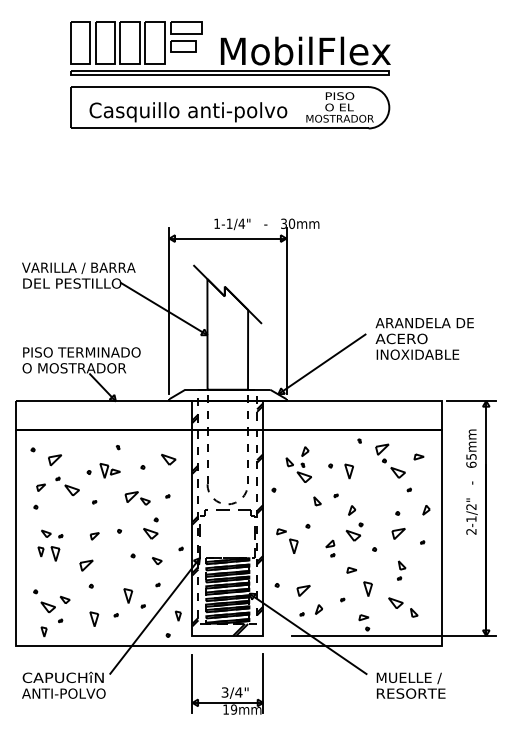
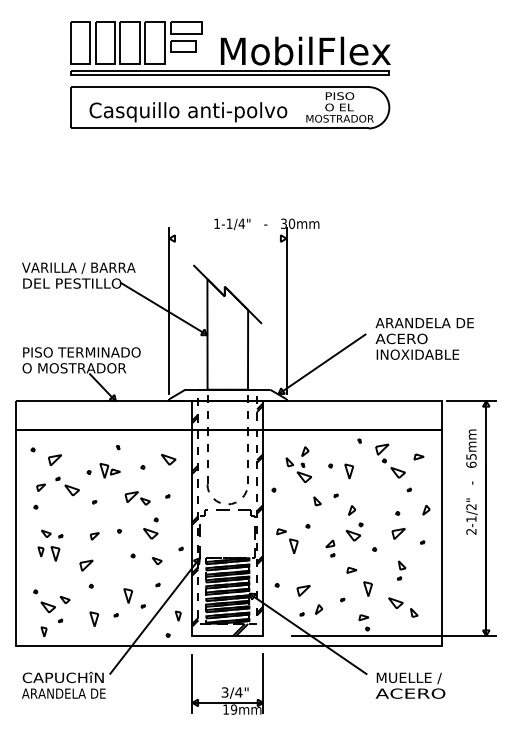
line at (227, 238): present -> none
text at (63, 693): ANTI-POLVO -> ARANDELA DE
text at (410, 693): RESORTE -> ACERO
